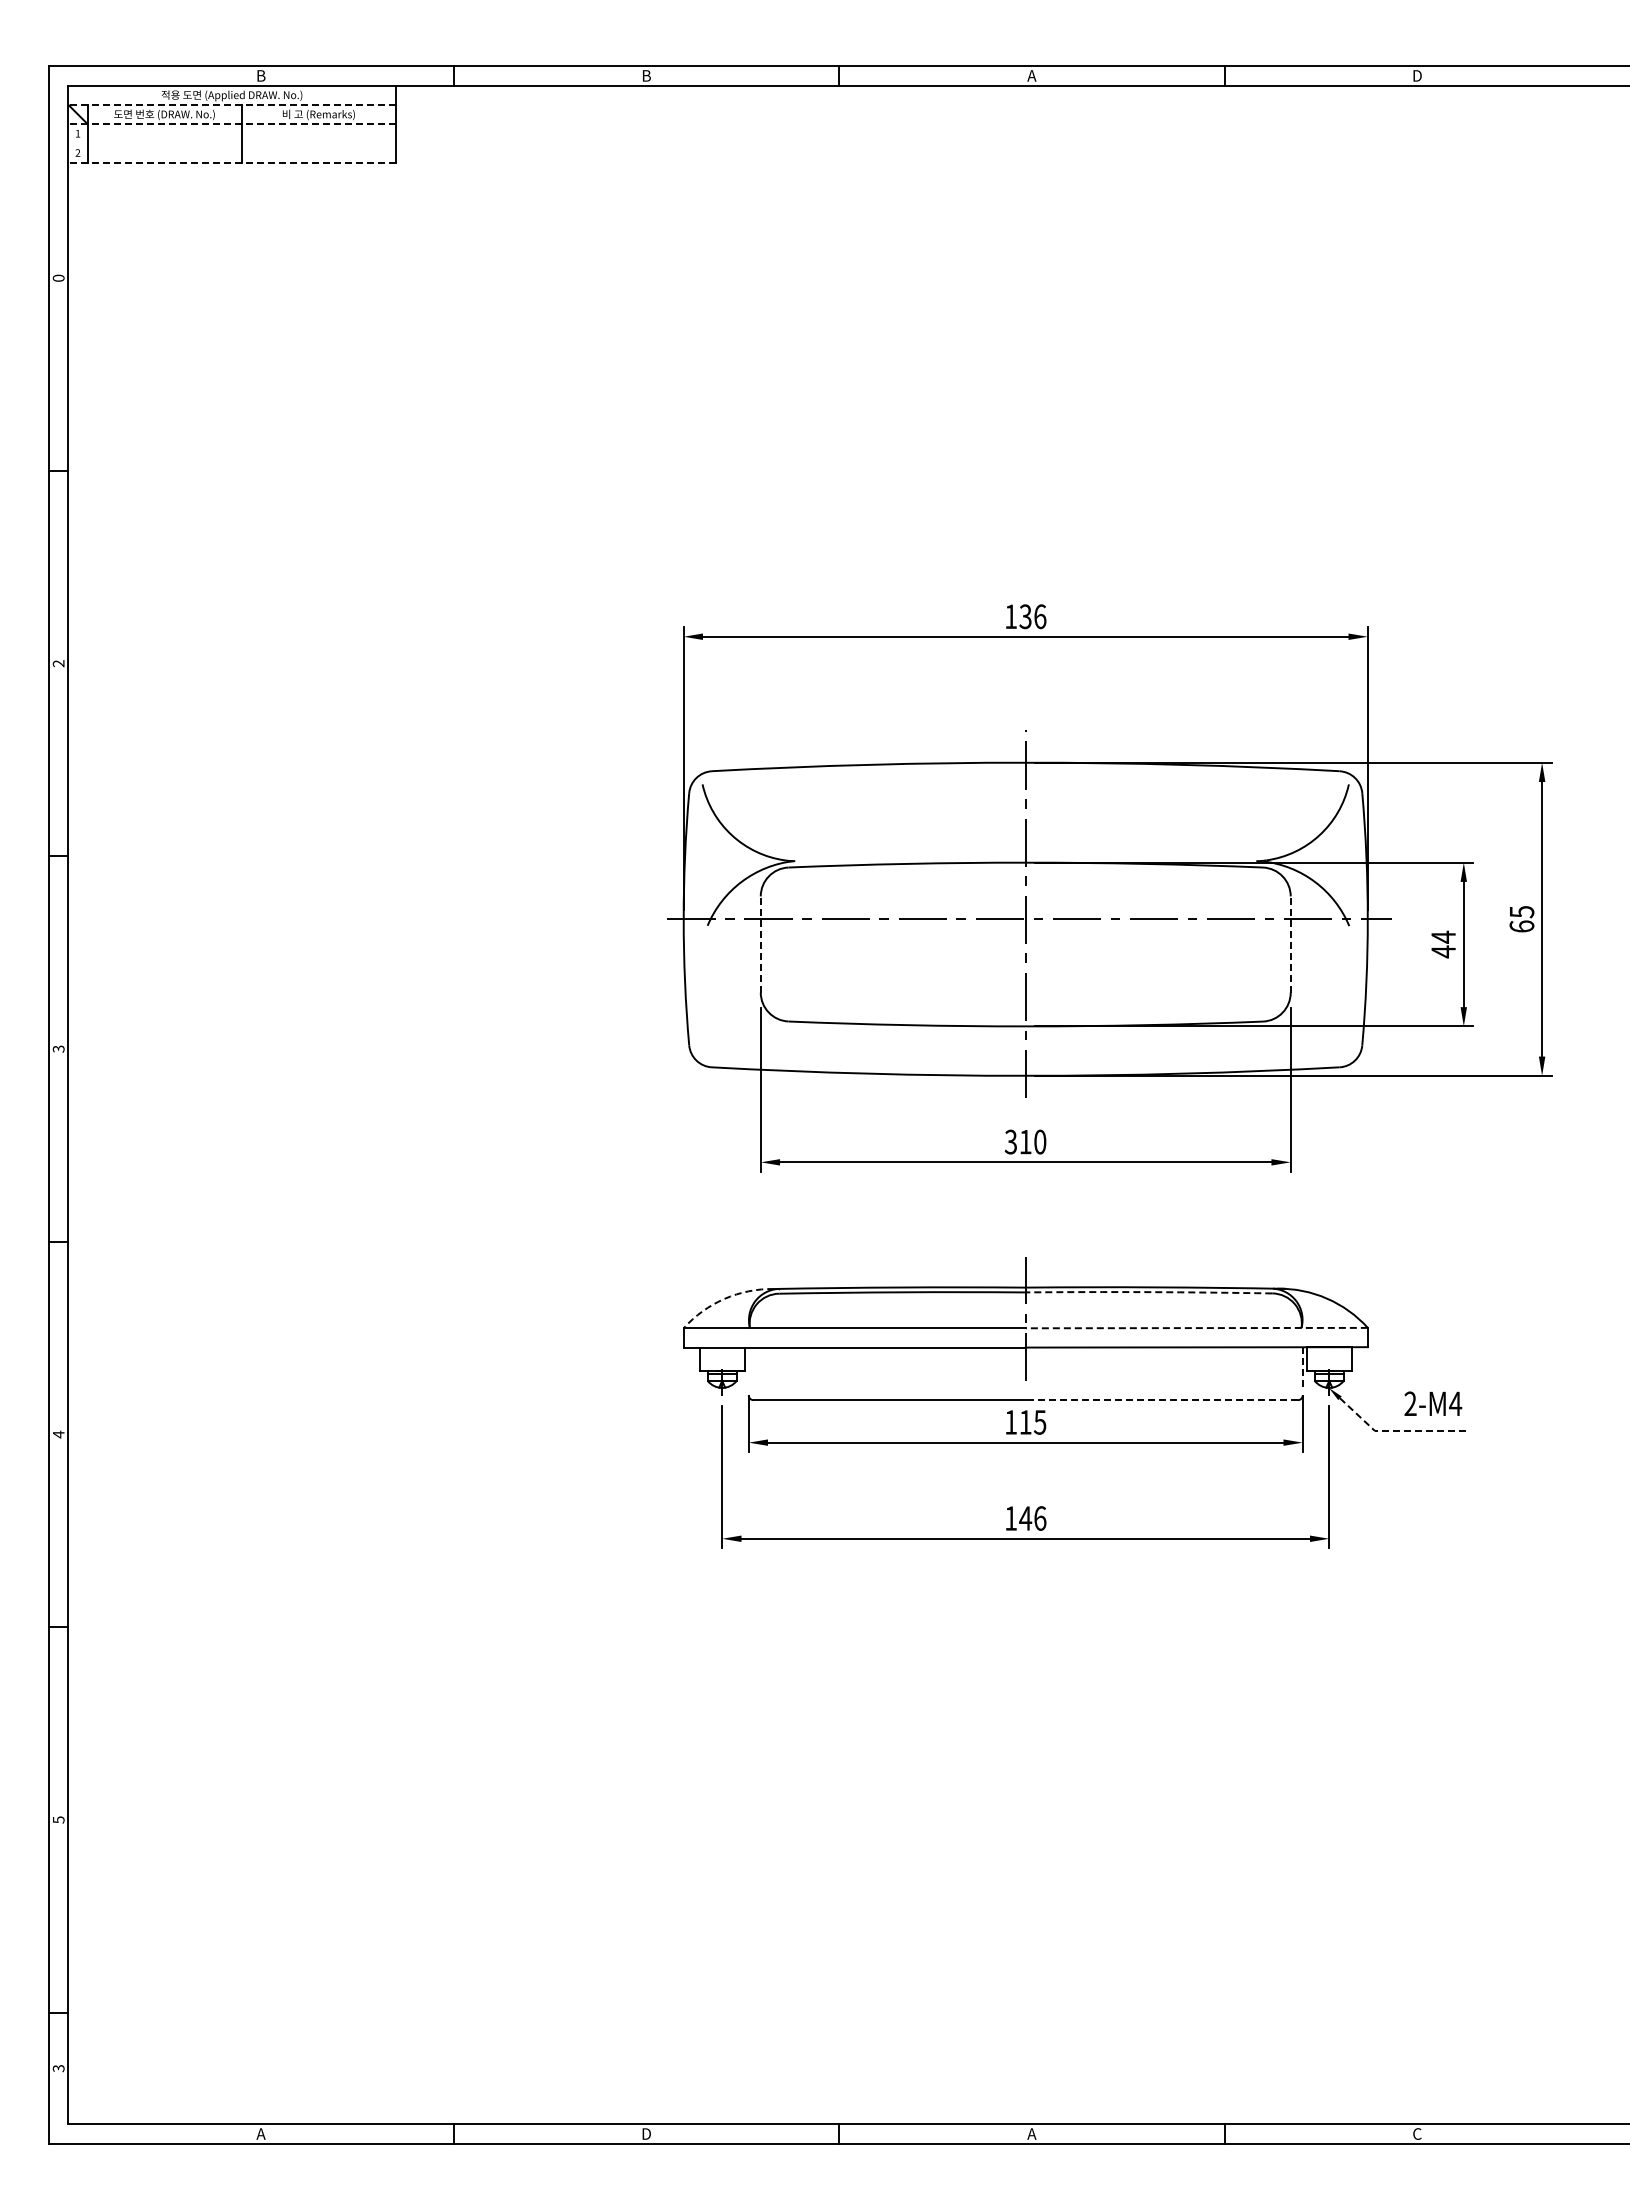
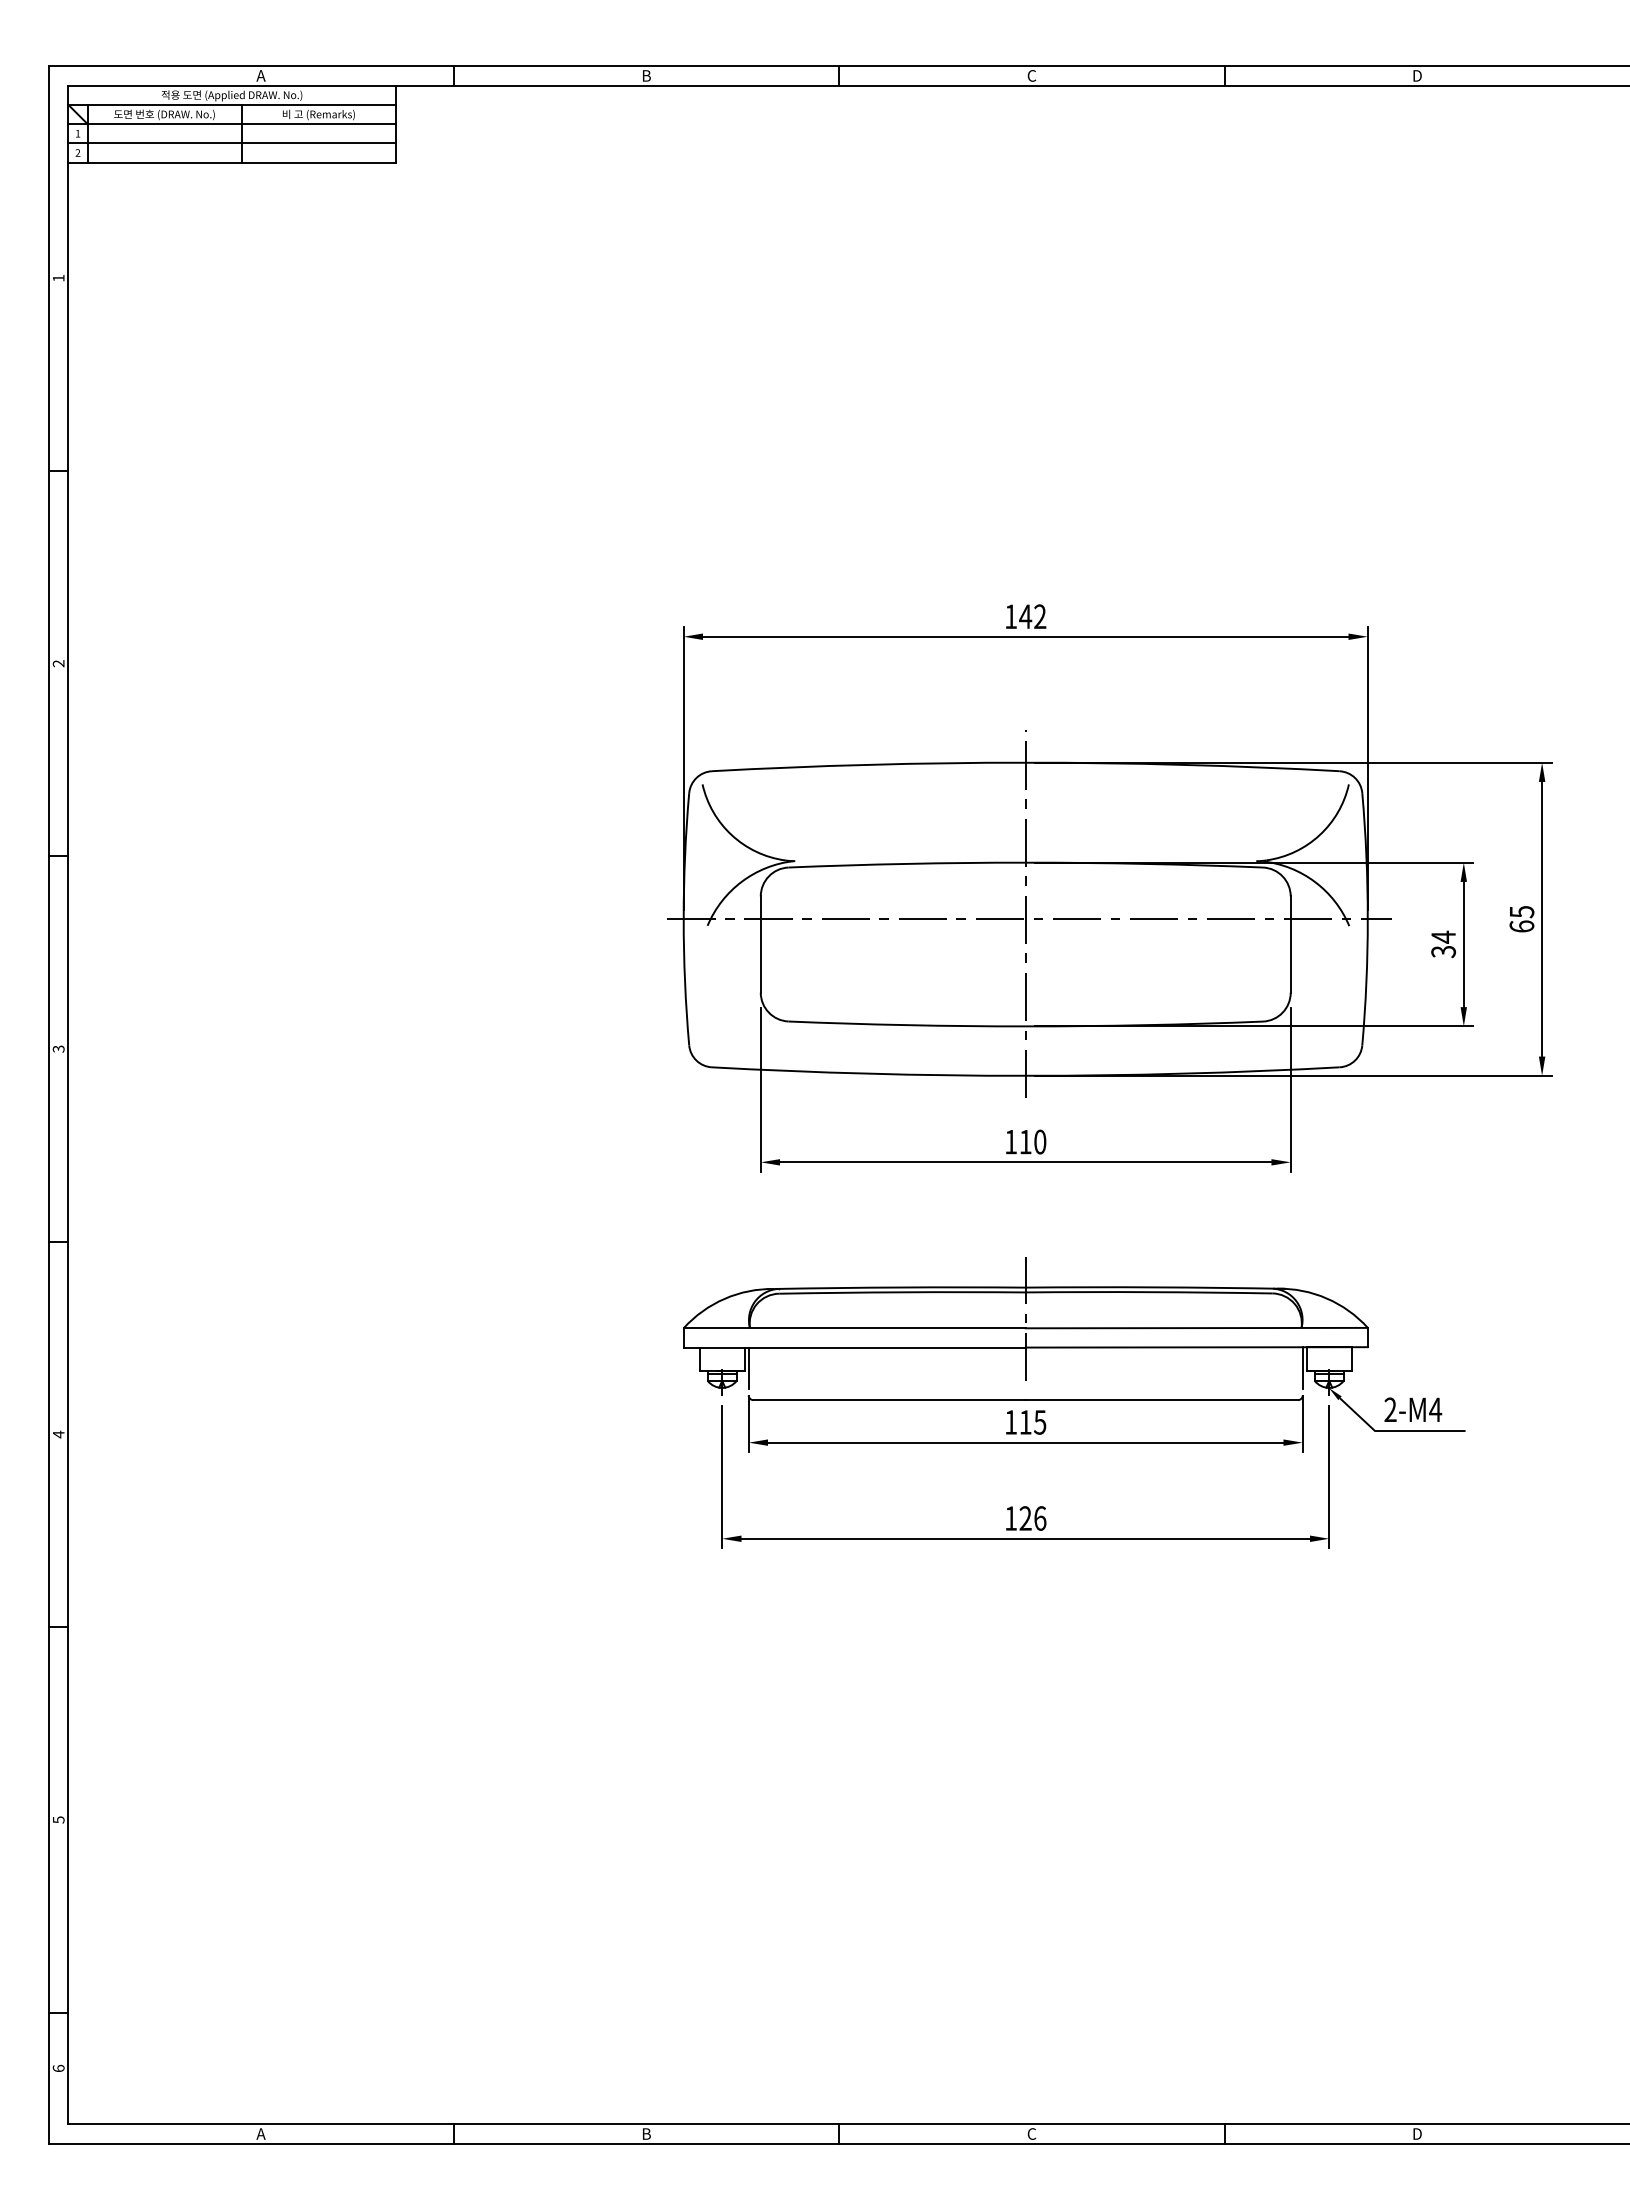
text at (260, 75): B -> A
text at (1031, 75): A -> C
line at (232, 104): dashed -> solid
line at (232, 124): dashed -> solid
line at (231, 143): none -> present
line at (232, 162): dashed -> solid
text at (58, 277): 0 -> 1
text at (1032, 616): 136 -> 142
line at (760, 944): dashed -> solid
line at (1290, 944): dashed -> solid
text at (1443, 951): 44 -> 34
text at (1010, 1141): 310 -> 110
arc at (1149, 1292): dashed -> solid
arc at (724, 1298): dashed -> solid
line at (1196, 1328): dashed -> solid
line at (748, 1367): none -> present
line at (1302, 1367): dashed -> solid
line at (1161, 1400): dashed -> solid
text at (1433, 1403) position: (1433, 1403) -> (1413, 1409)
line at (1395, 1431): dashed -> solid
text at (1025, 1518): 146 -> 126
text at (58, 2068): 3 -> 6
text at (646, 2133): D -> B
text at (1031, 2133): A -> C
text at (1417, 2133): C -> D
